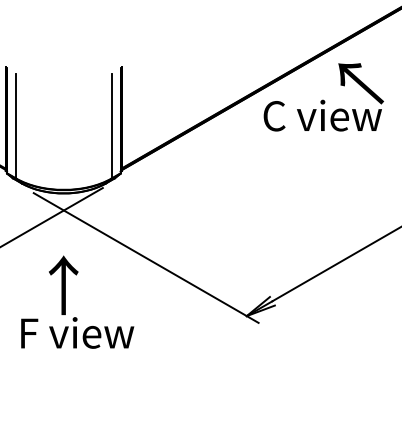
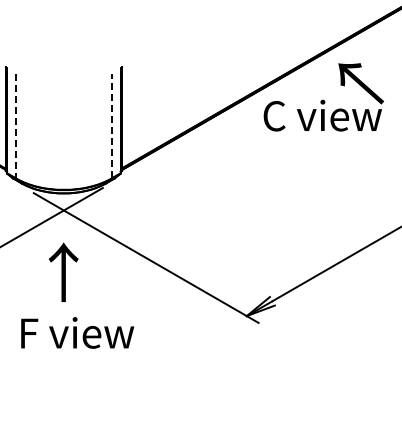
line at (111, 125): solid -> dashed
line at (16, 126): solid -> dashed
text at (63, 284) position: (63, 284) -> (63, 271)
